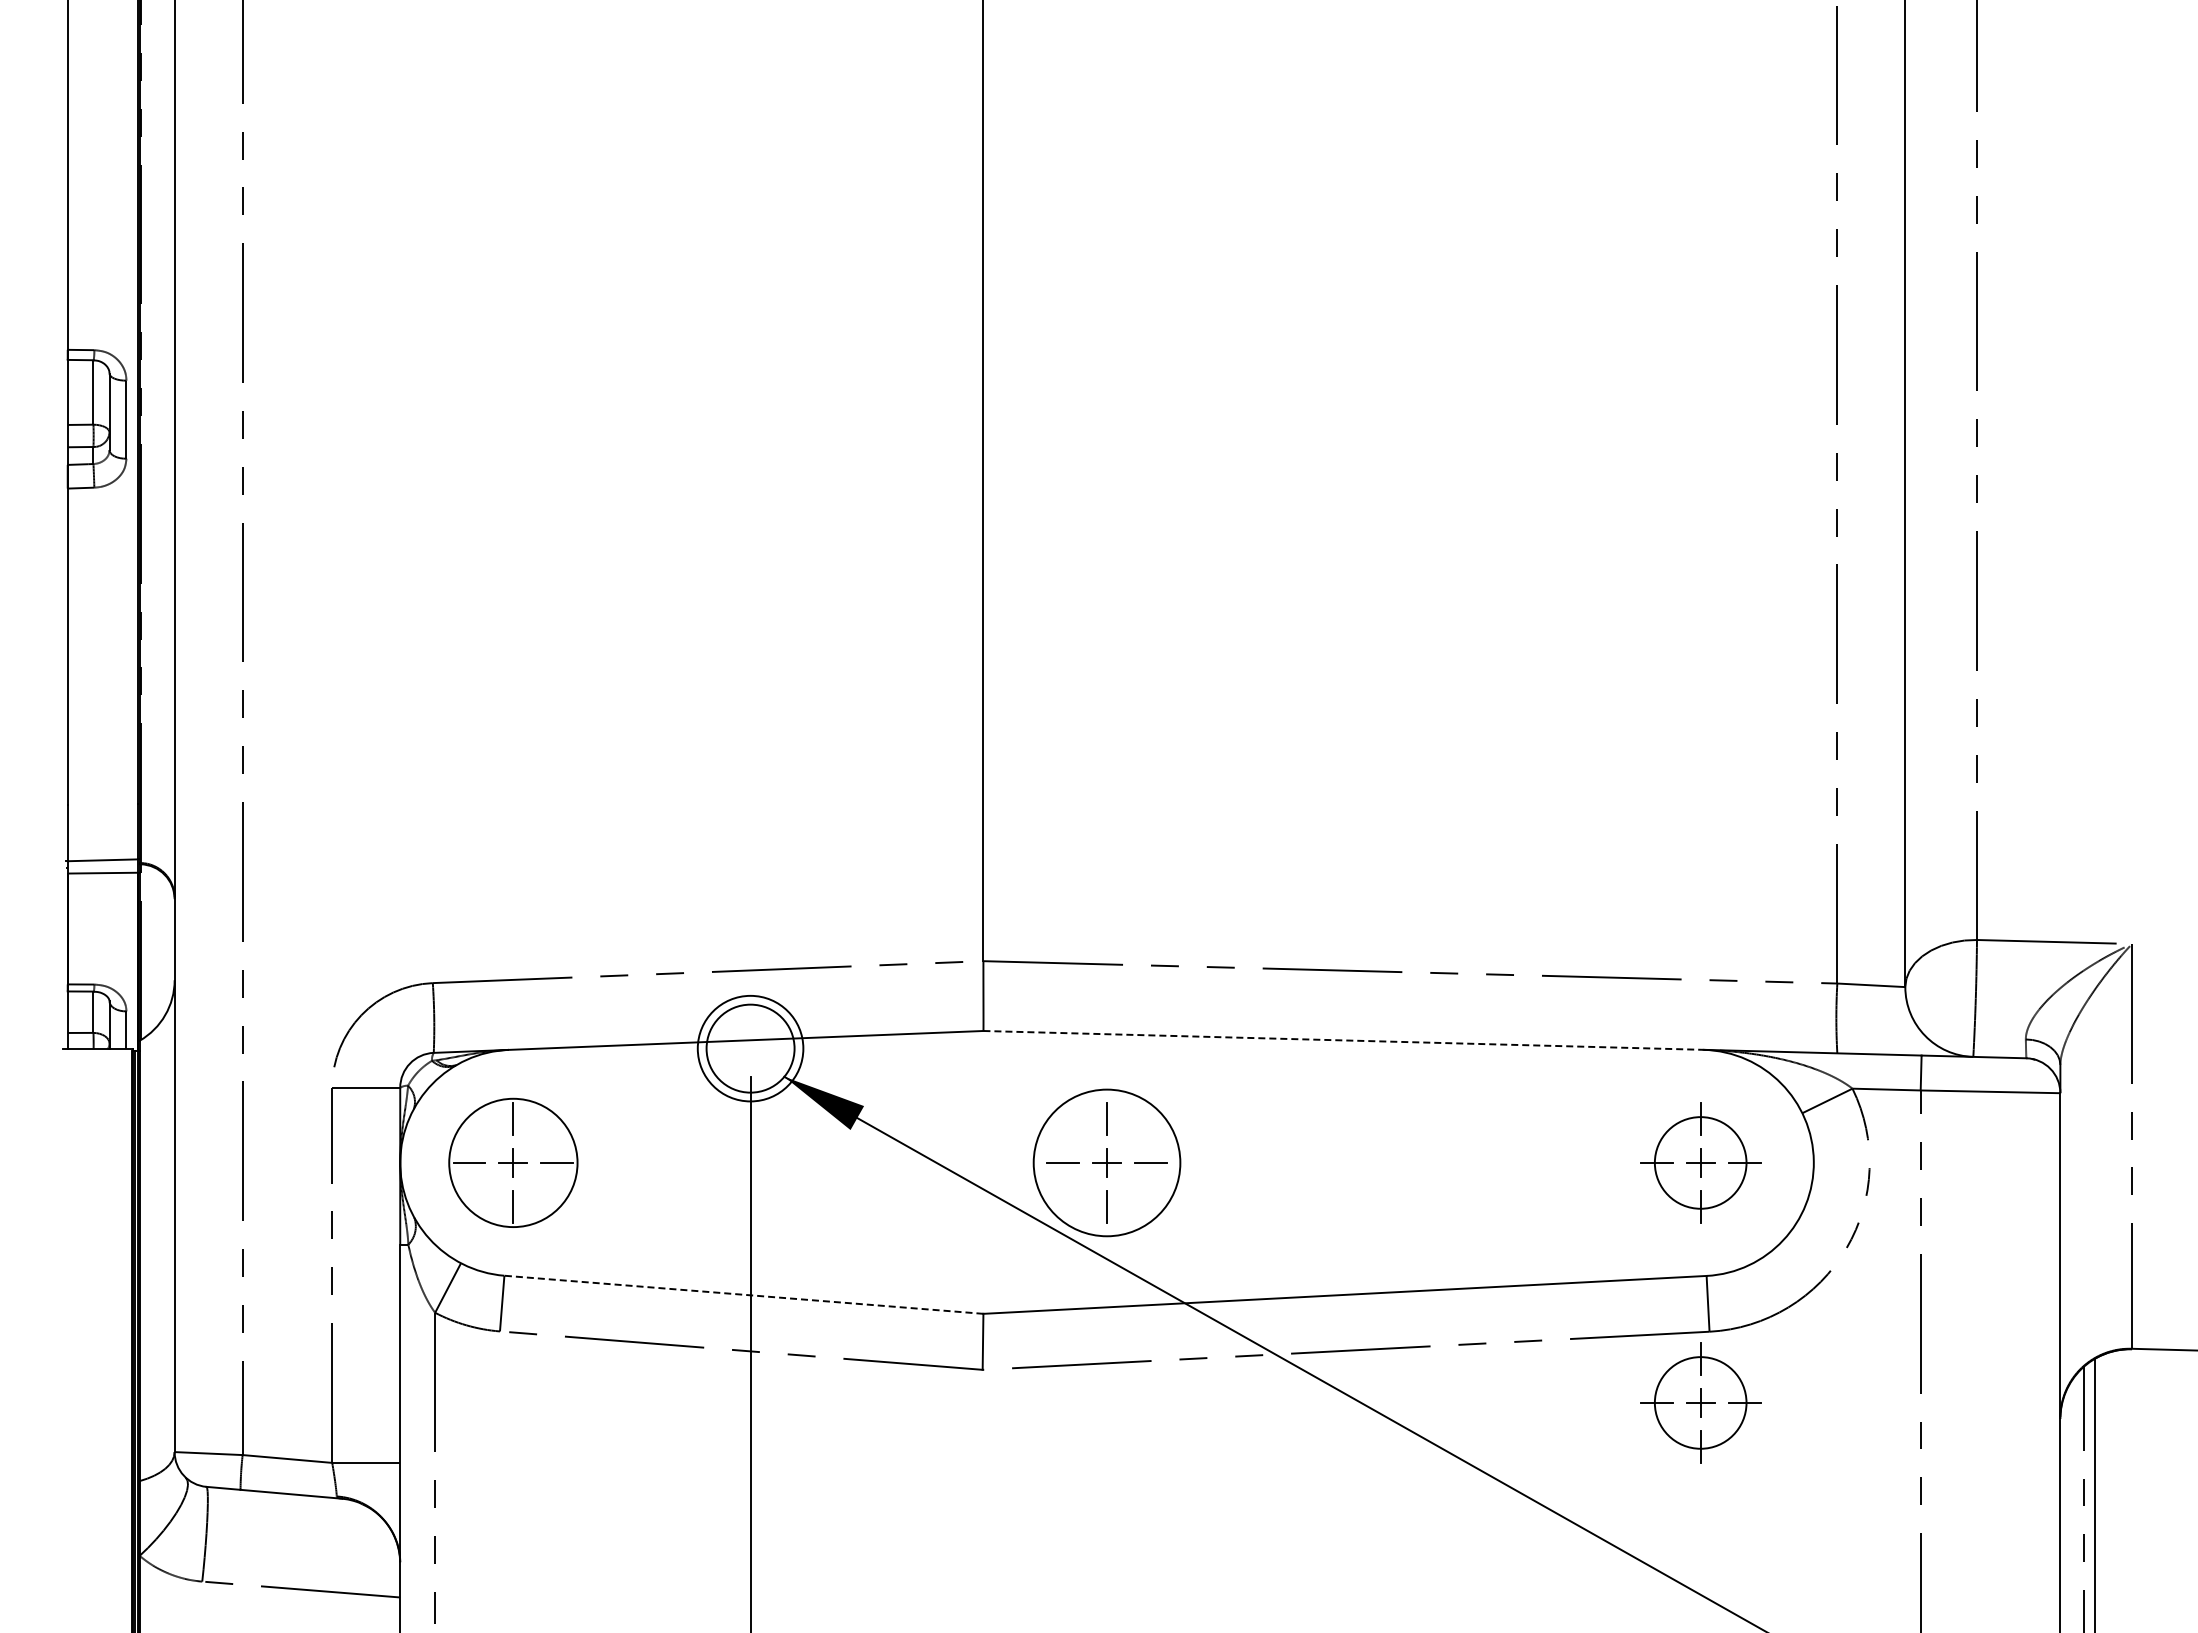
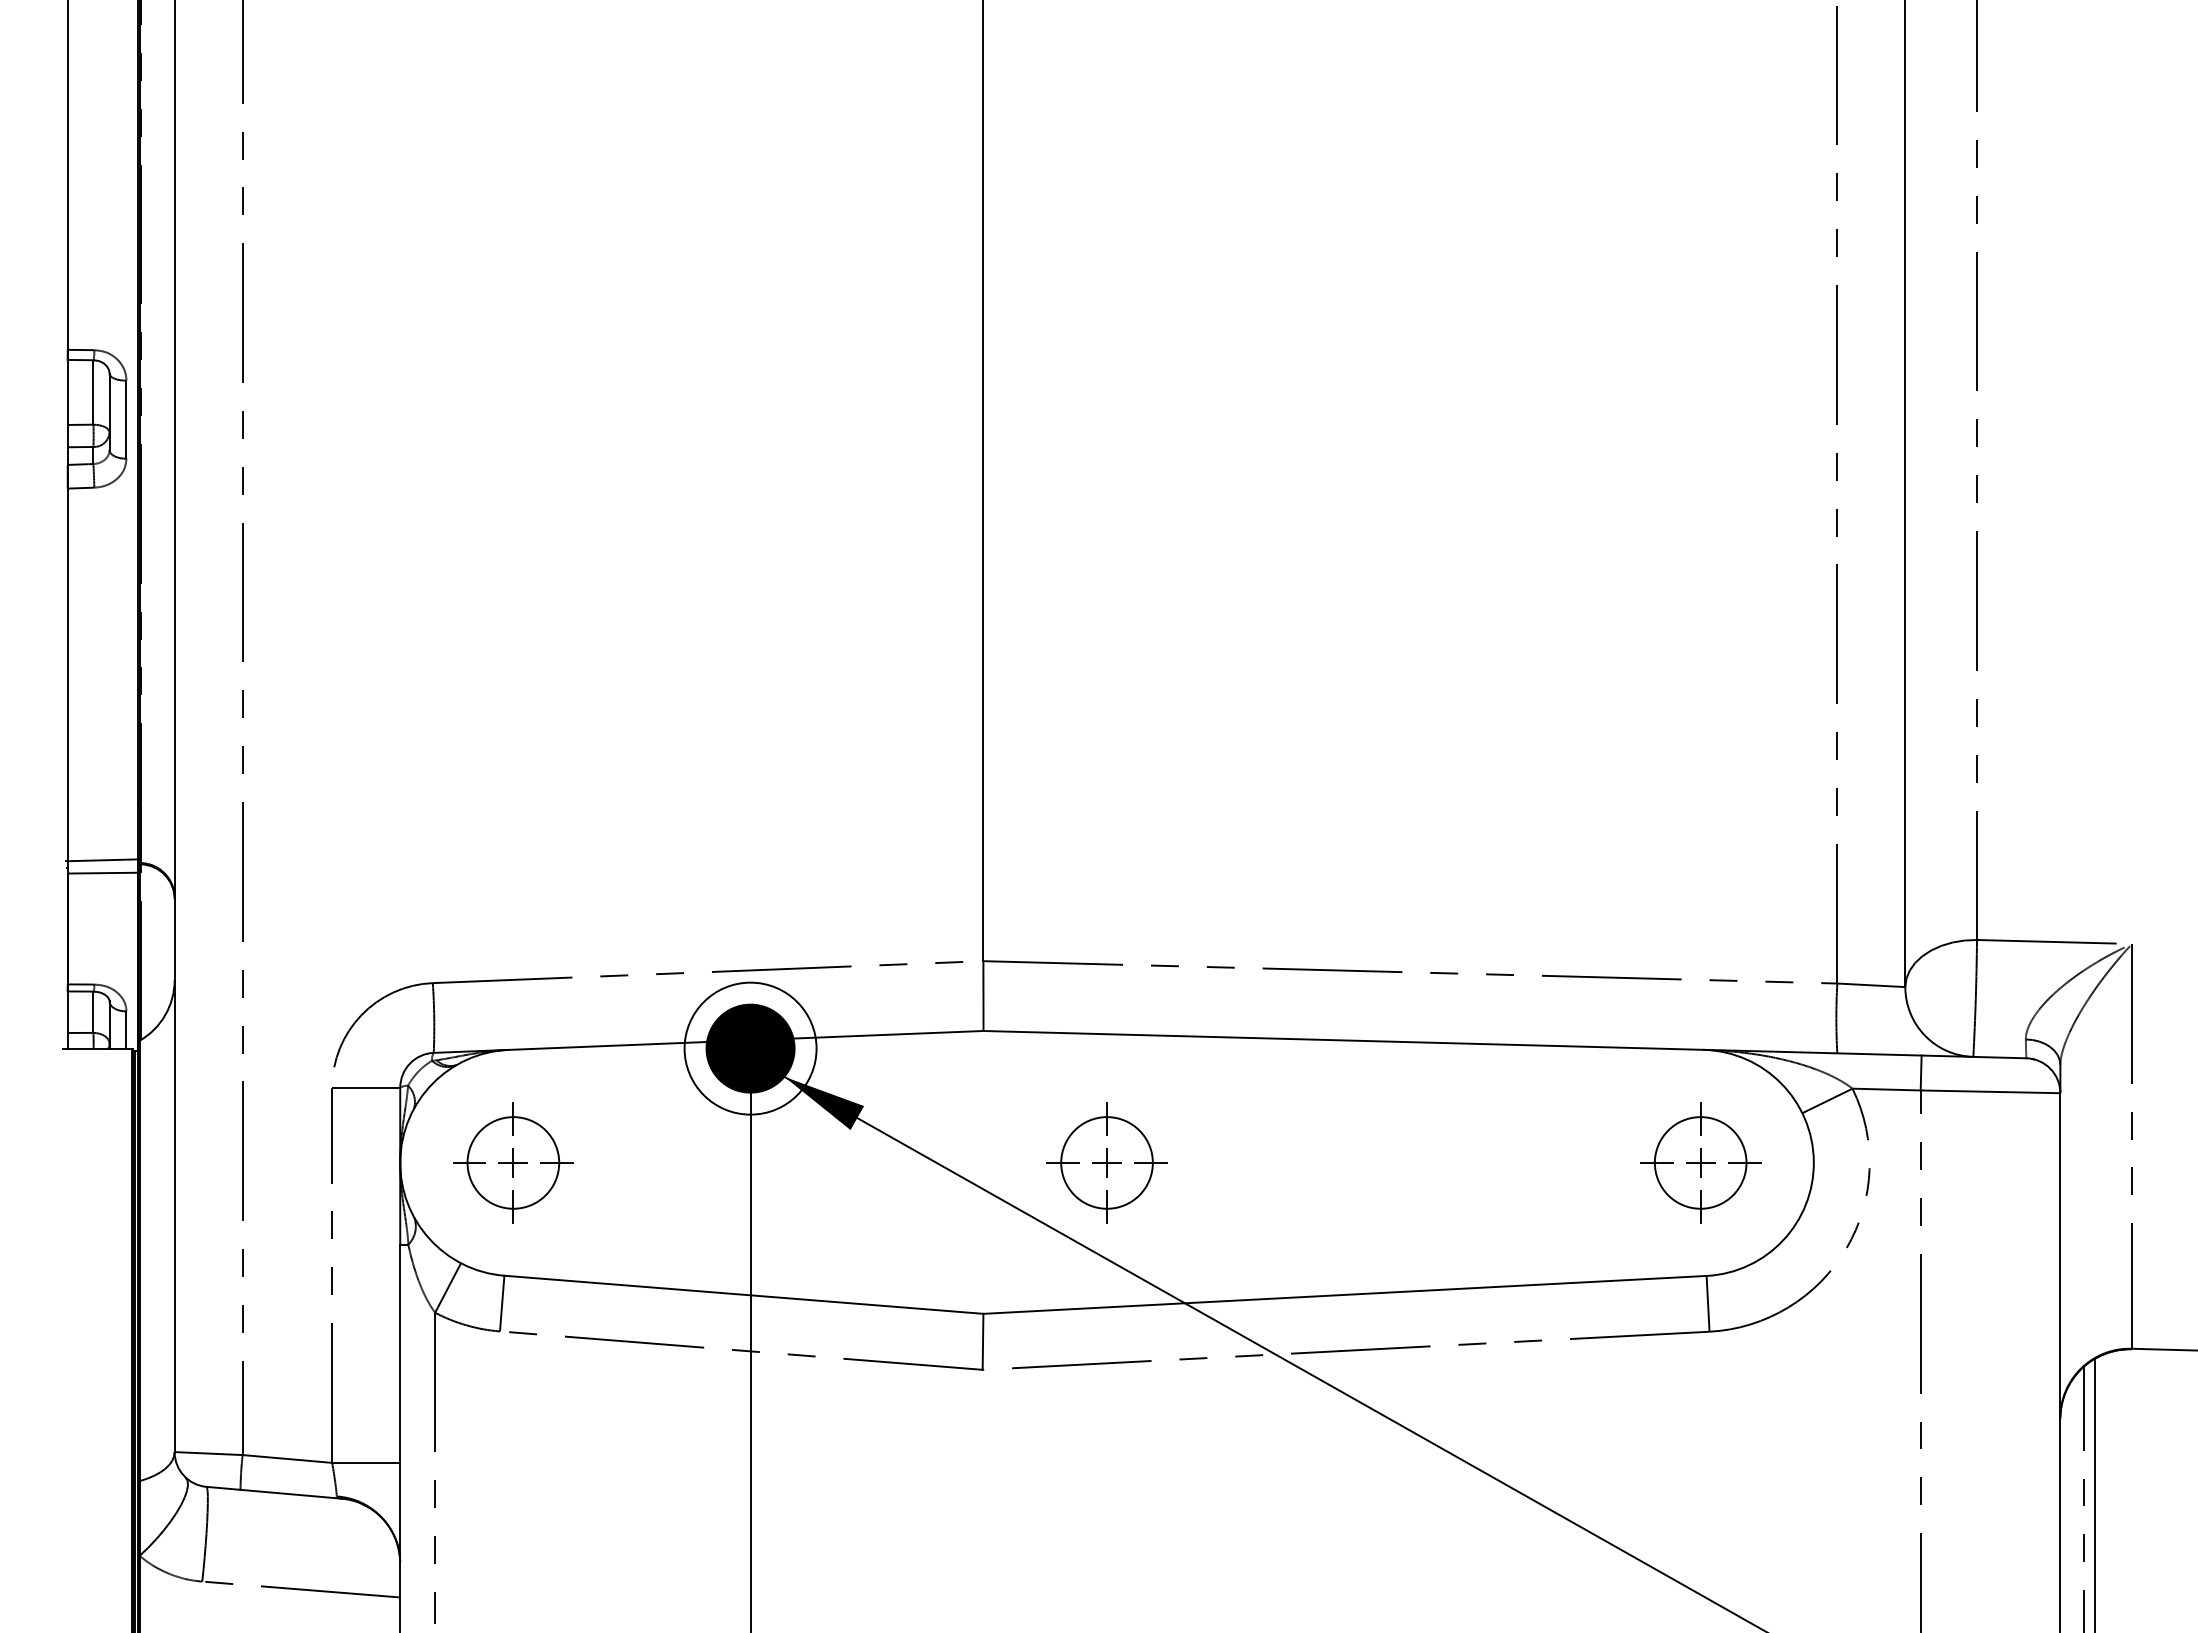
line at (1344, 1040): dashed -> solid
circle at (750, 1048) diameter: 106 px -> 132 px
fill at (750, 1048): none -> present
circle at (513, 1162) diameter: 128 px -> 92 px
circle at (1106, 1162) diameter: 147 px -> 92 px
line at (743, 1294): dashed -> solid
part at (1700, 1402): present -> none
